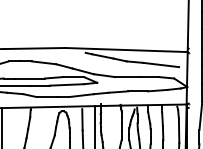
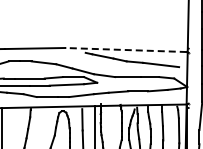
line at (126, 50): solid -> dashed
